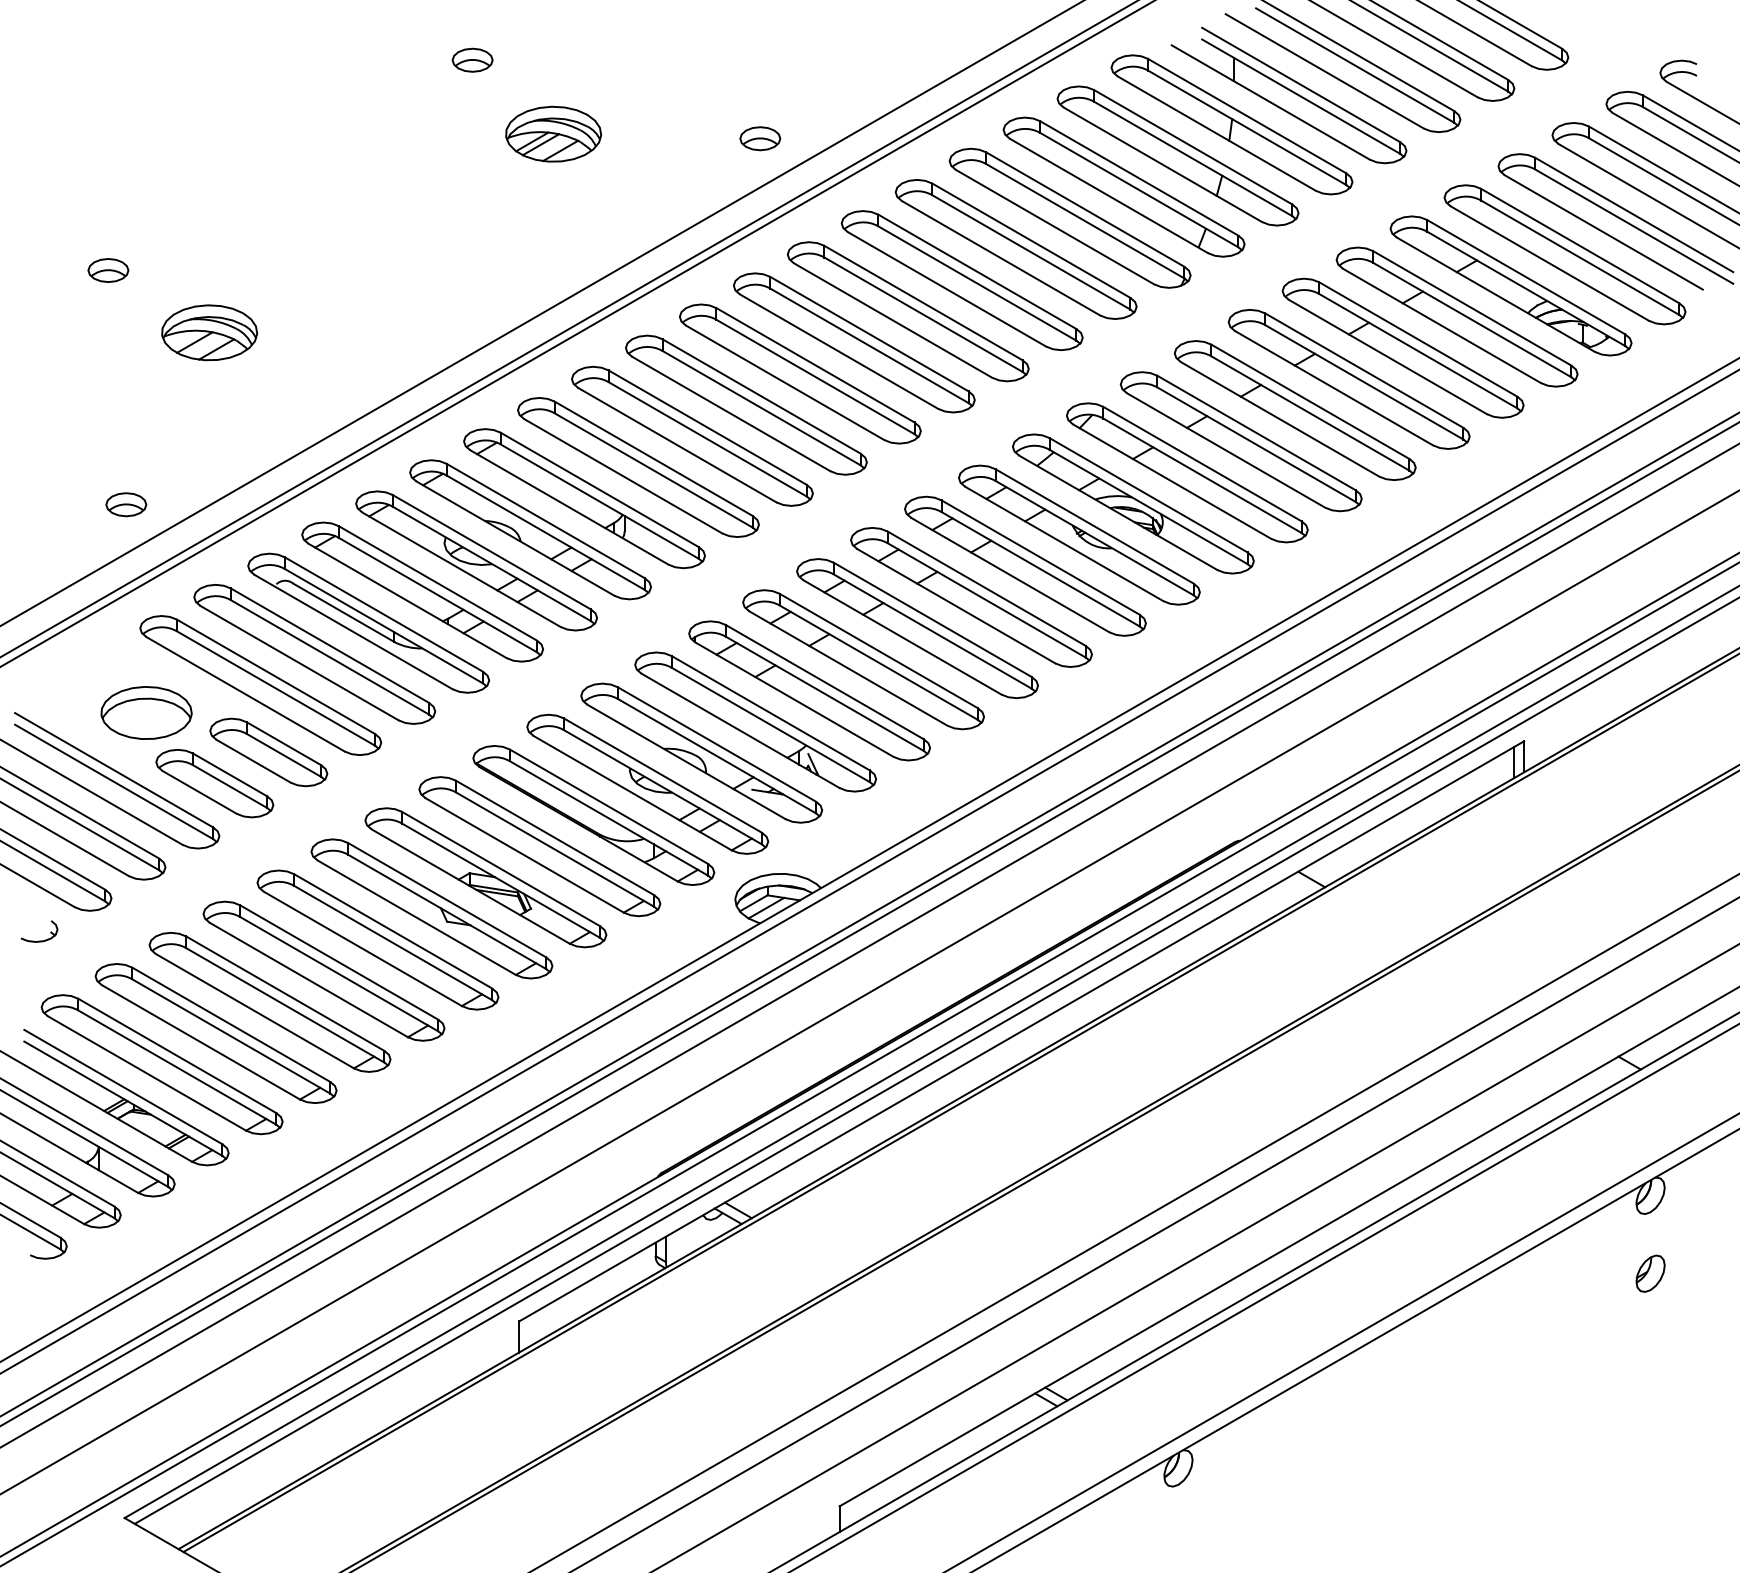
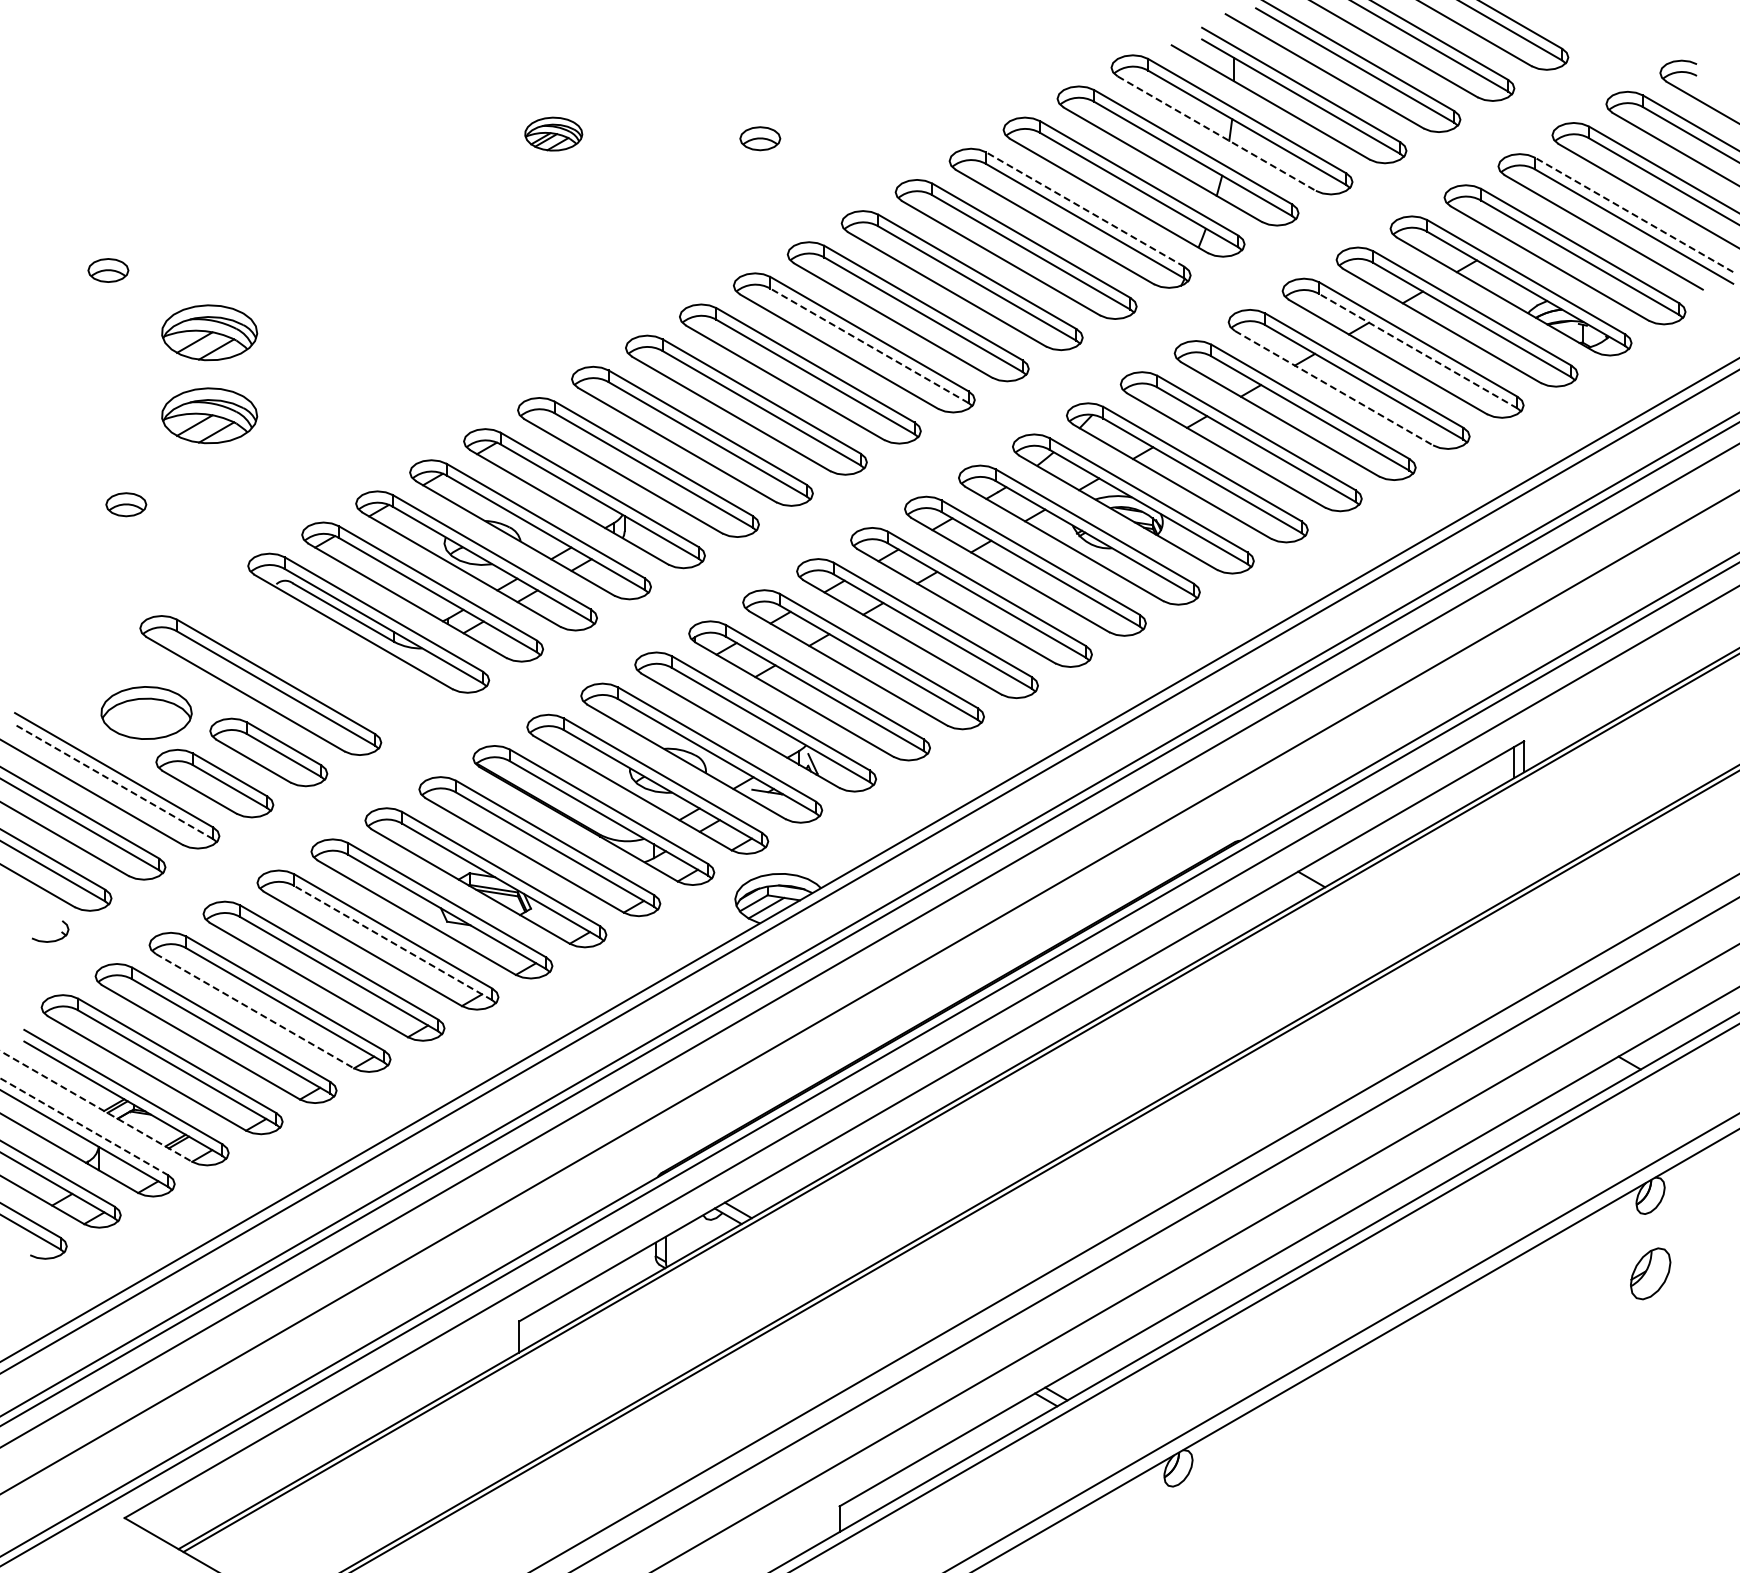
part at (472, 59): present -> none
part at (553, 133) size: 98x58 px -> 60x36 px
line at (1217, 133): solid -> dashed
line at (1084, 209): solid -> dashed
line at (1633, 214): solid -> dashed
line at (541, 313): present -> none
line at (568, 329): present -> none
line at (576, 333): present -> none
line at (869, 345): solid -> dashed
line at (1417, 350): solid -> dashed
line at (1334, 388): solid -> dashed
part at (209, 415): none -> present
part at (314, 654): present -> none
line at (113, 781): solid -> dashed
part at (39, 940) position: (39, 940) -> (50, 940)
line at (392, 942): solid -> dashed
line at (255, 1011): solid -> dashed
line at (935, 1061): present -> none
line at (96, 1106): solid -> dashed
line at (84, 1126): solid -> dashed
part at (1650, 1273) size: 31x39 px -> 42x54 px
